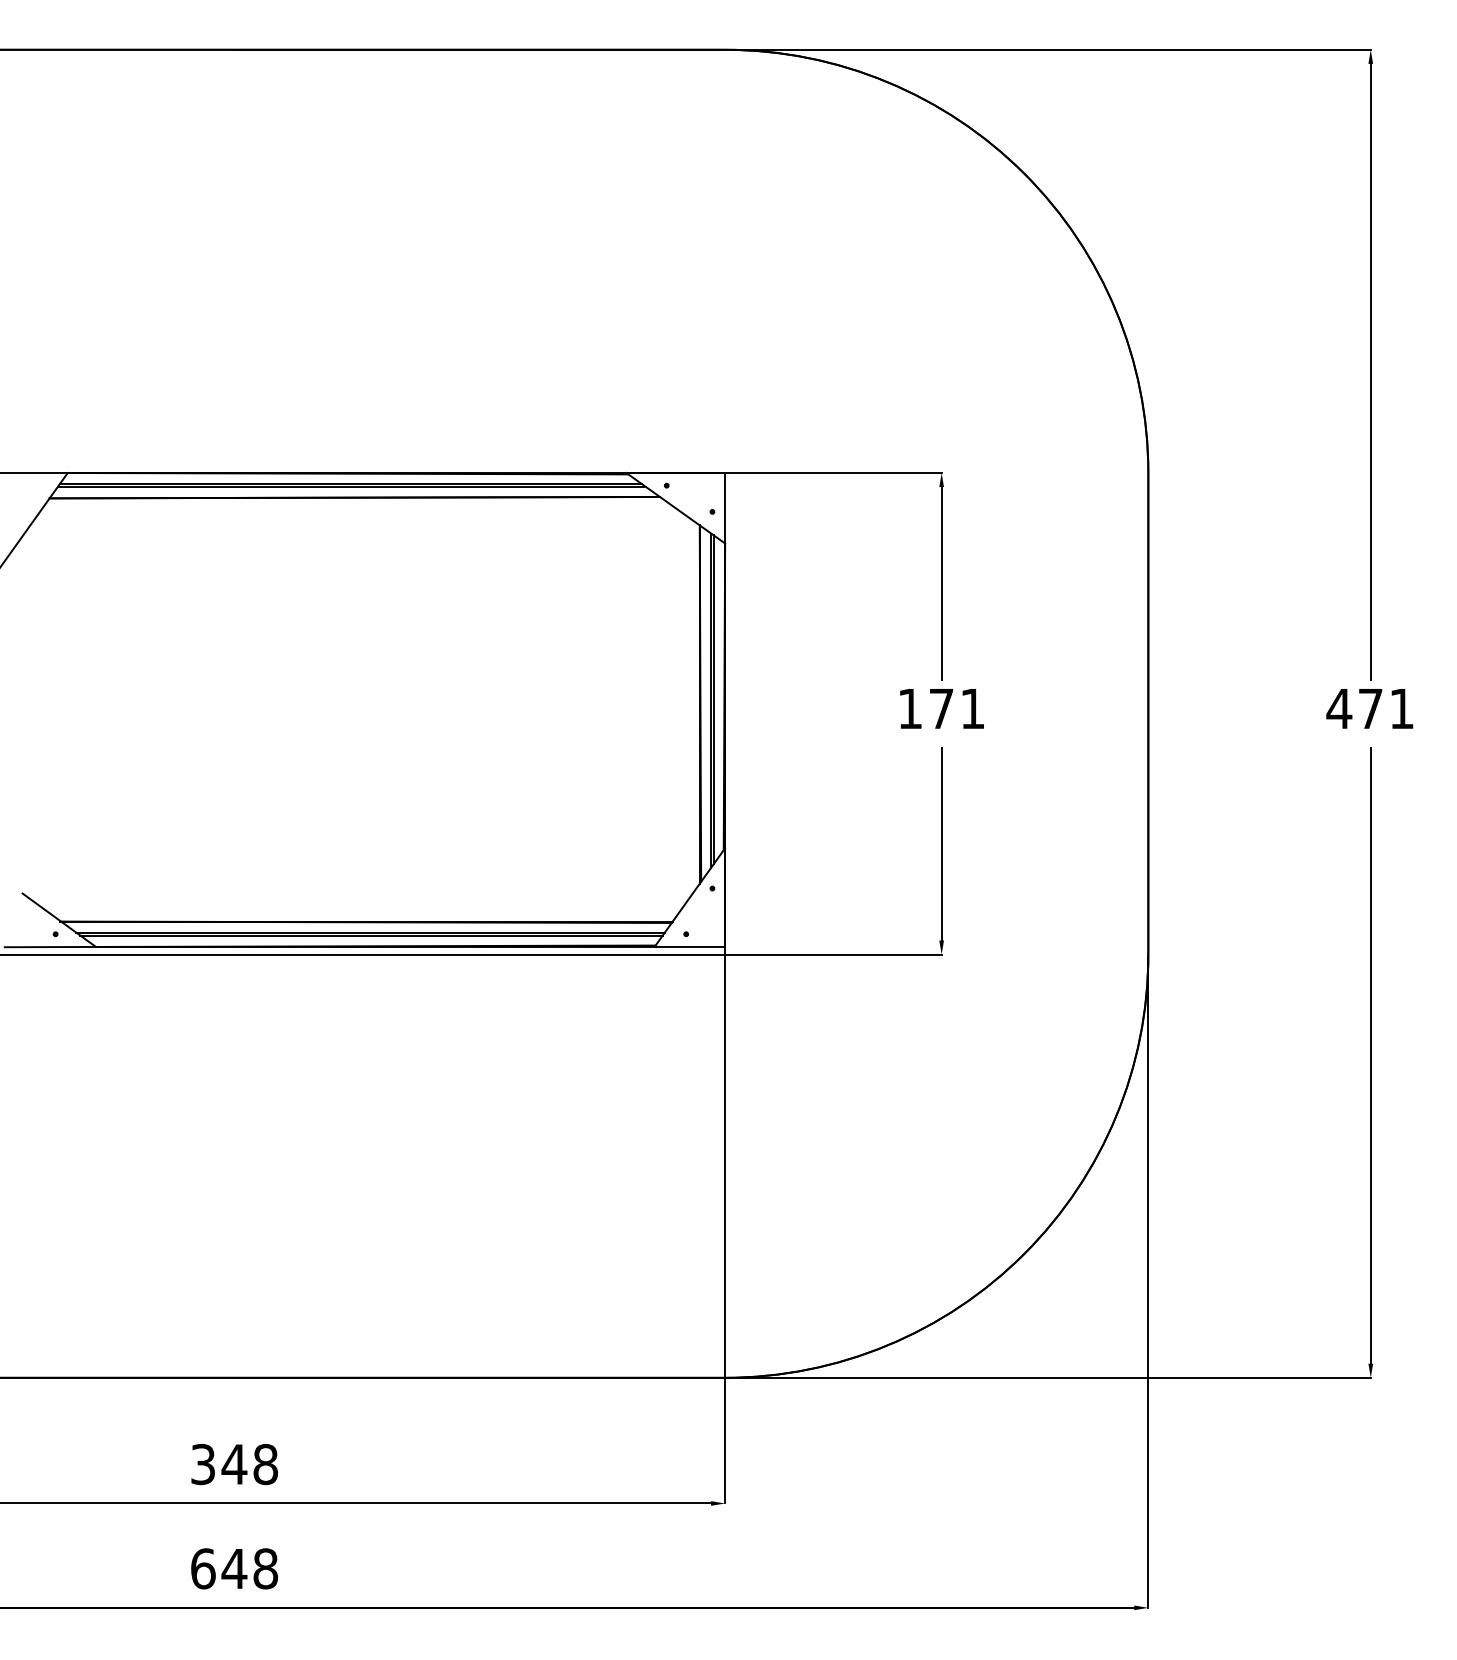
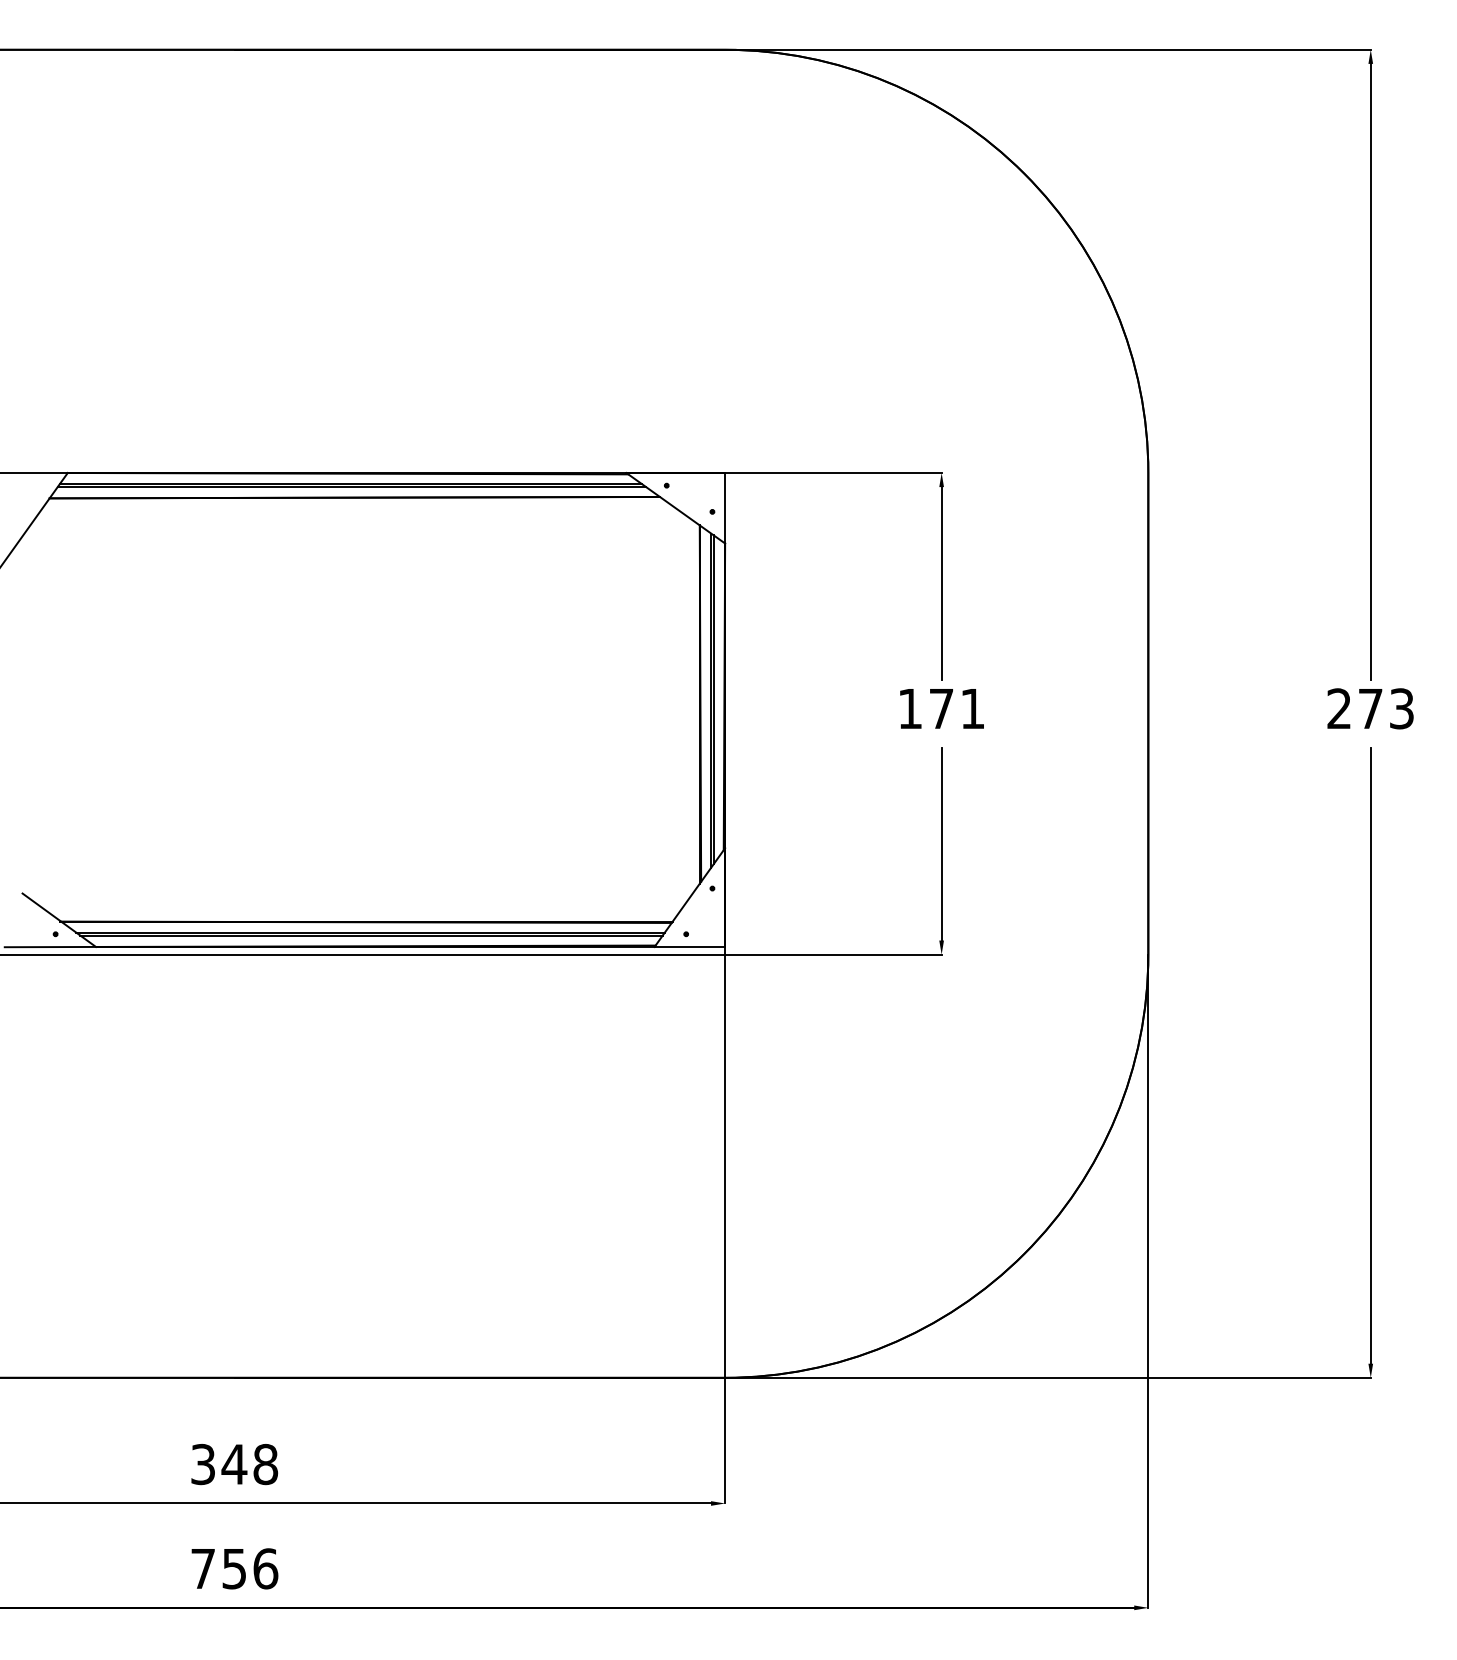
text at (1369, 708): 471 -> 273
text at (234, 1568): 648 -> 756
